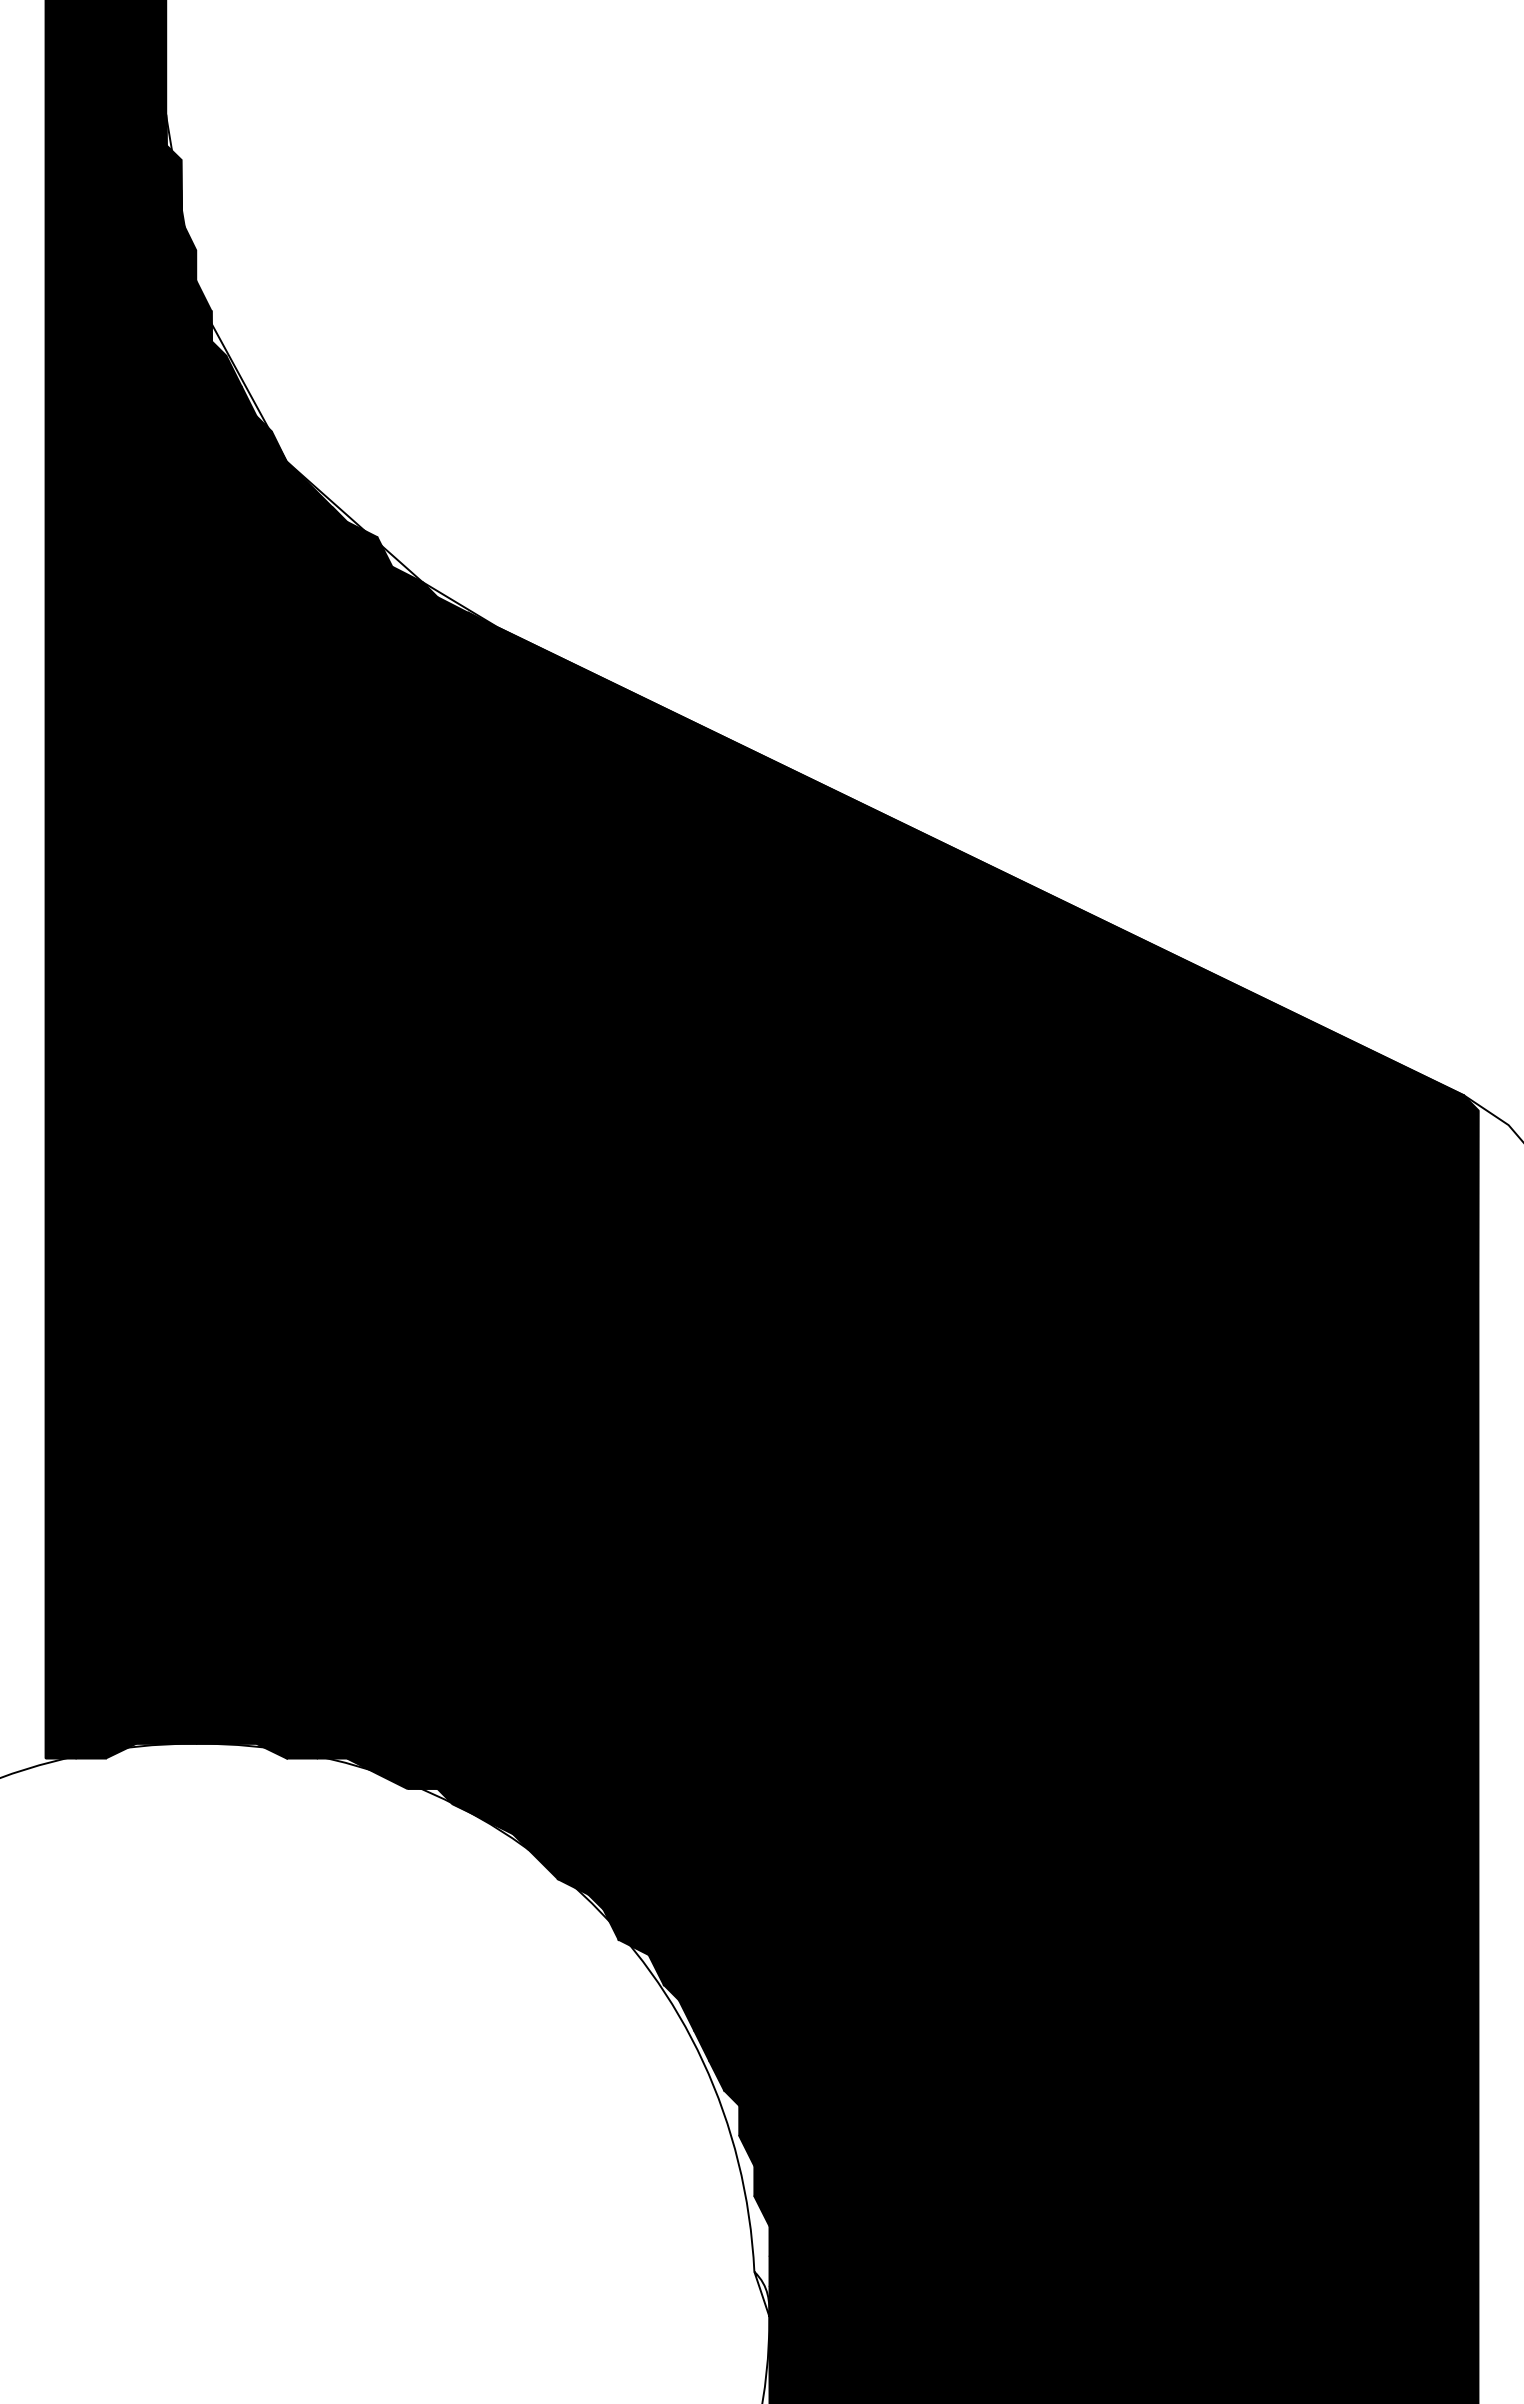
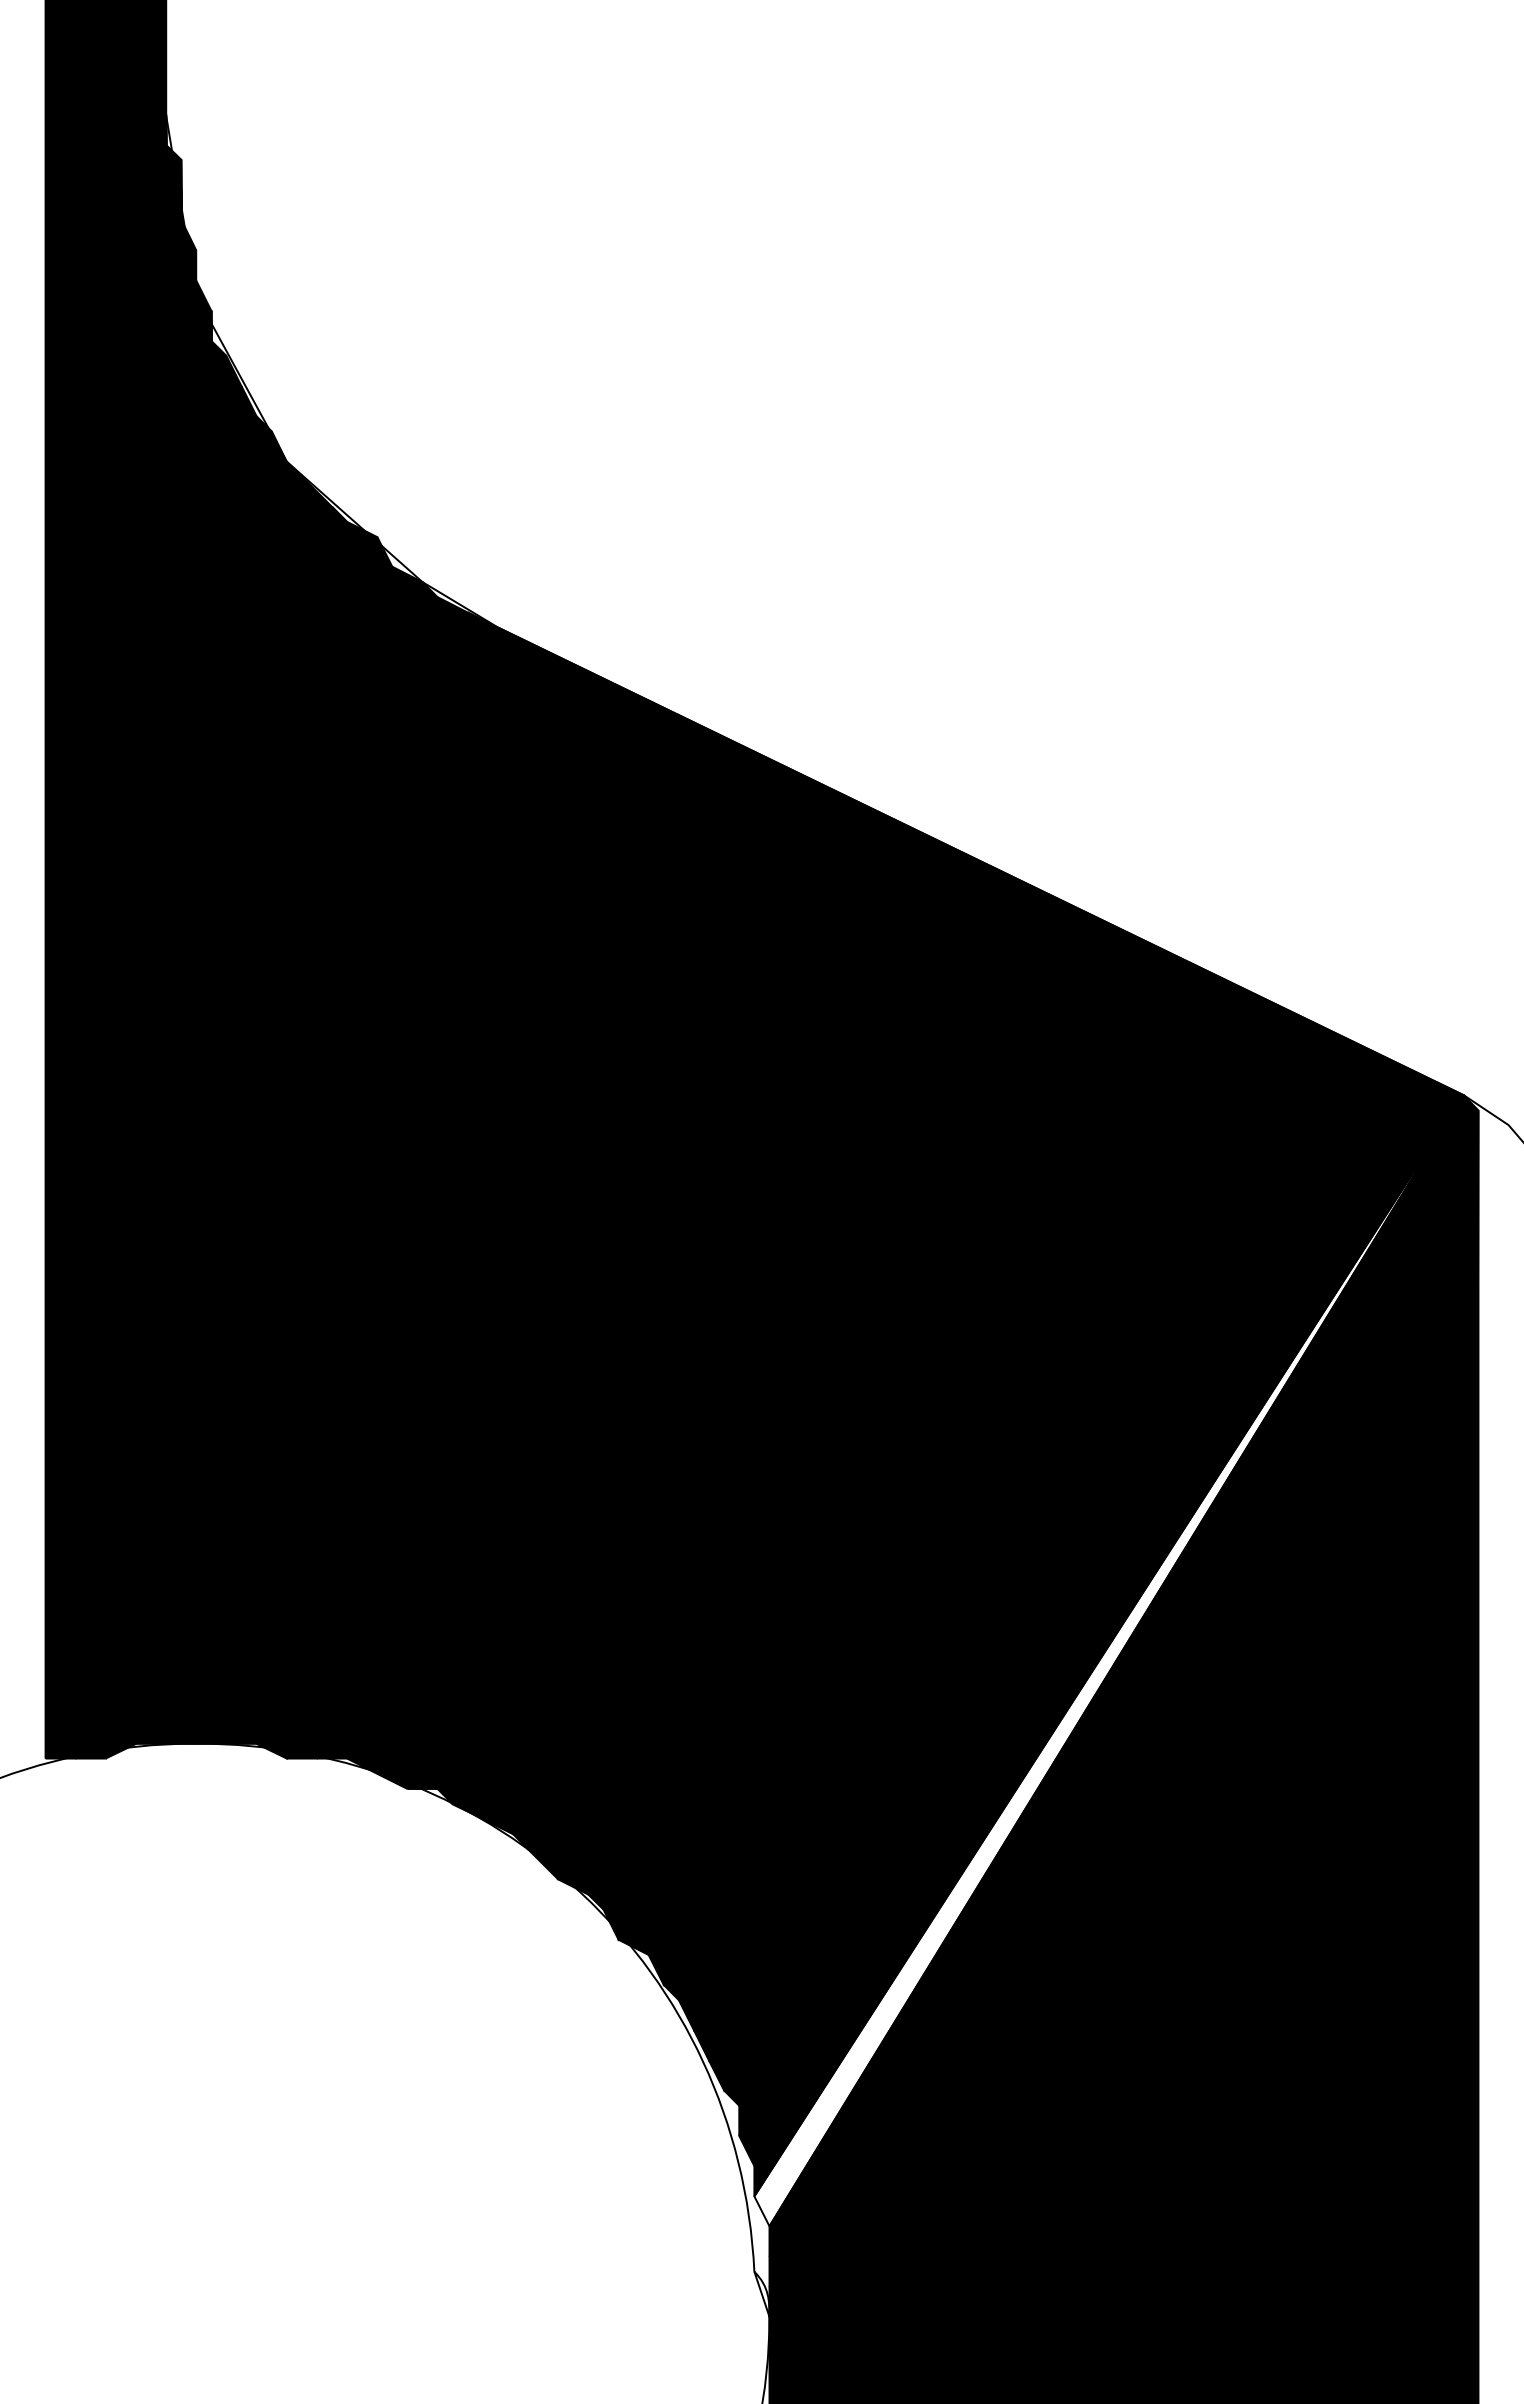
fill at (1108, 1660): present -> none
